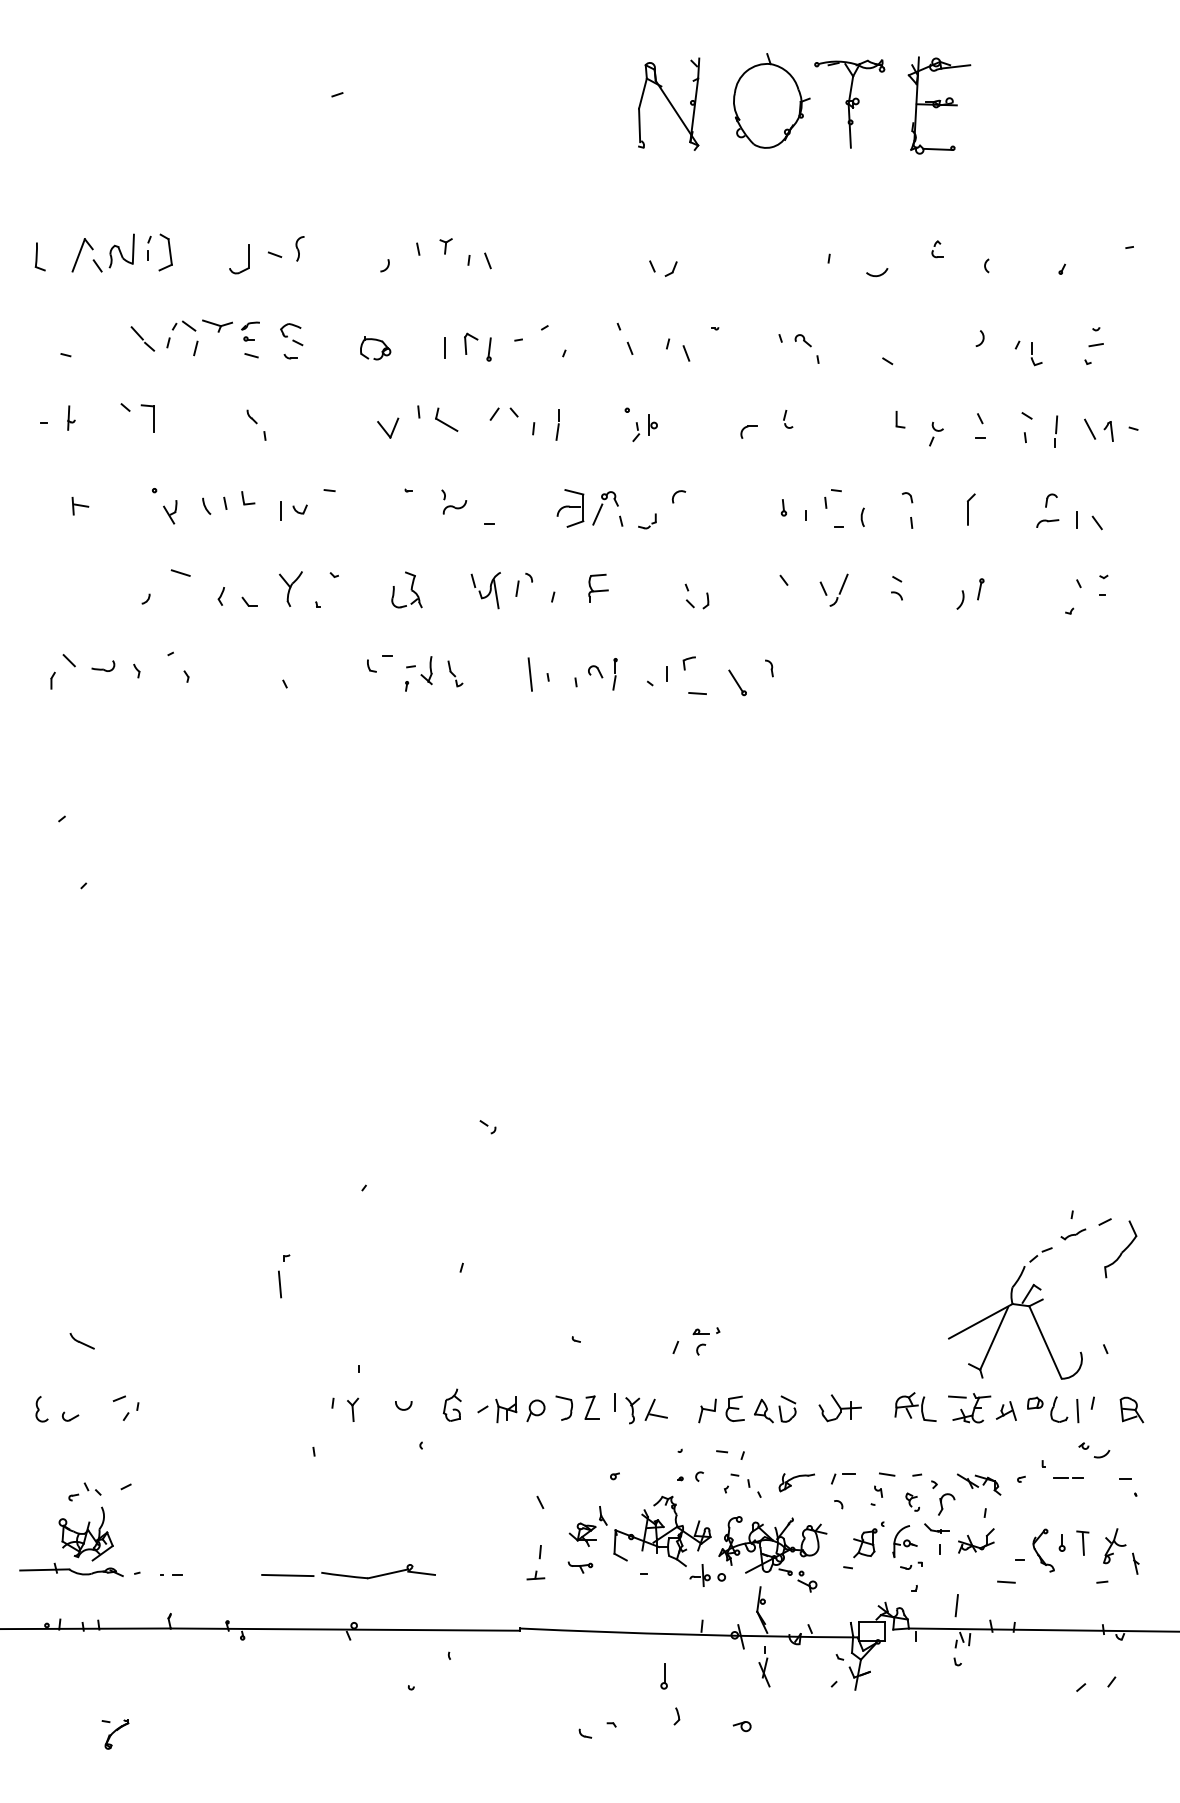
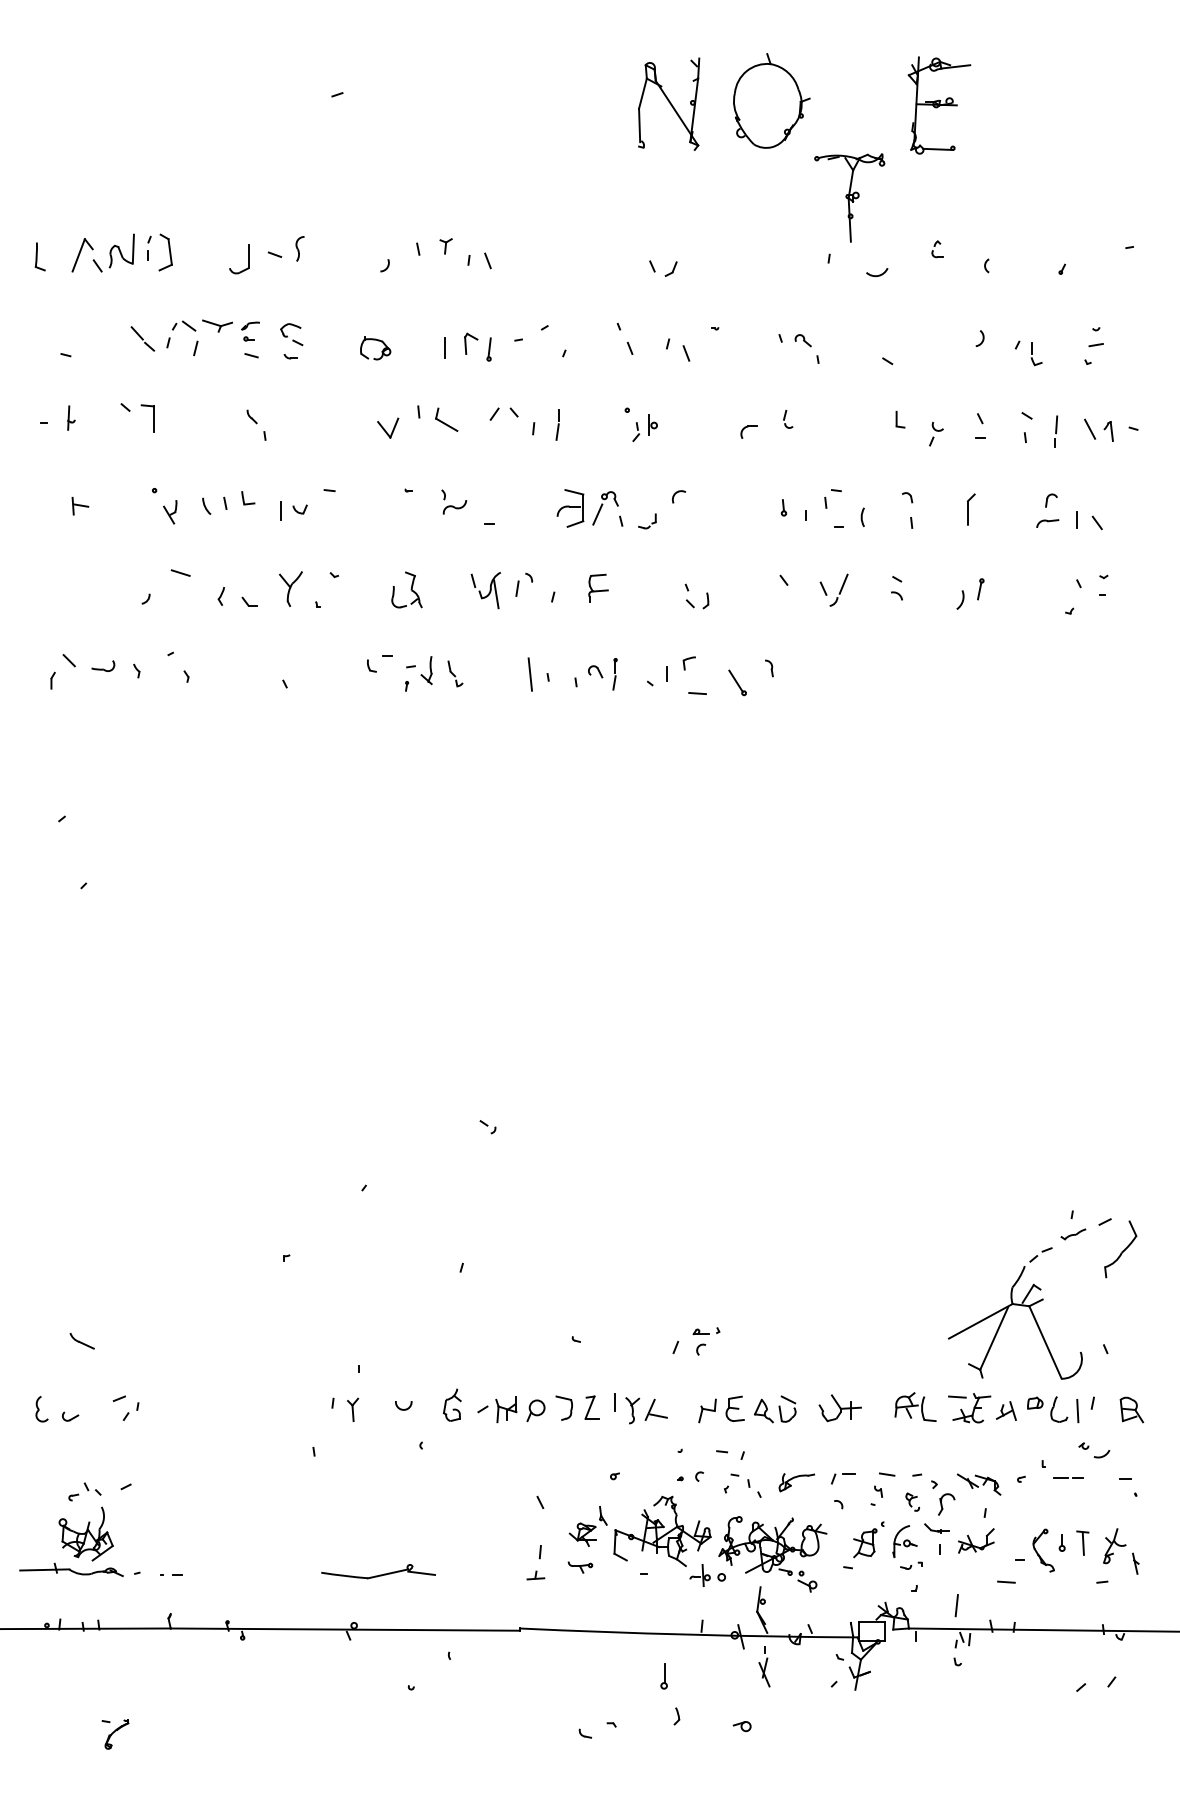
part at (849, 103) position: (849, 103) -> (849, 197)
line at (279, 1284): present -> none
line at (287, 1575): present -> none
